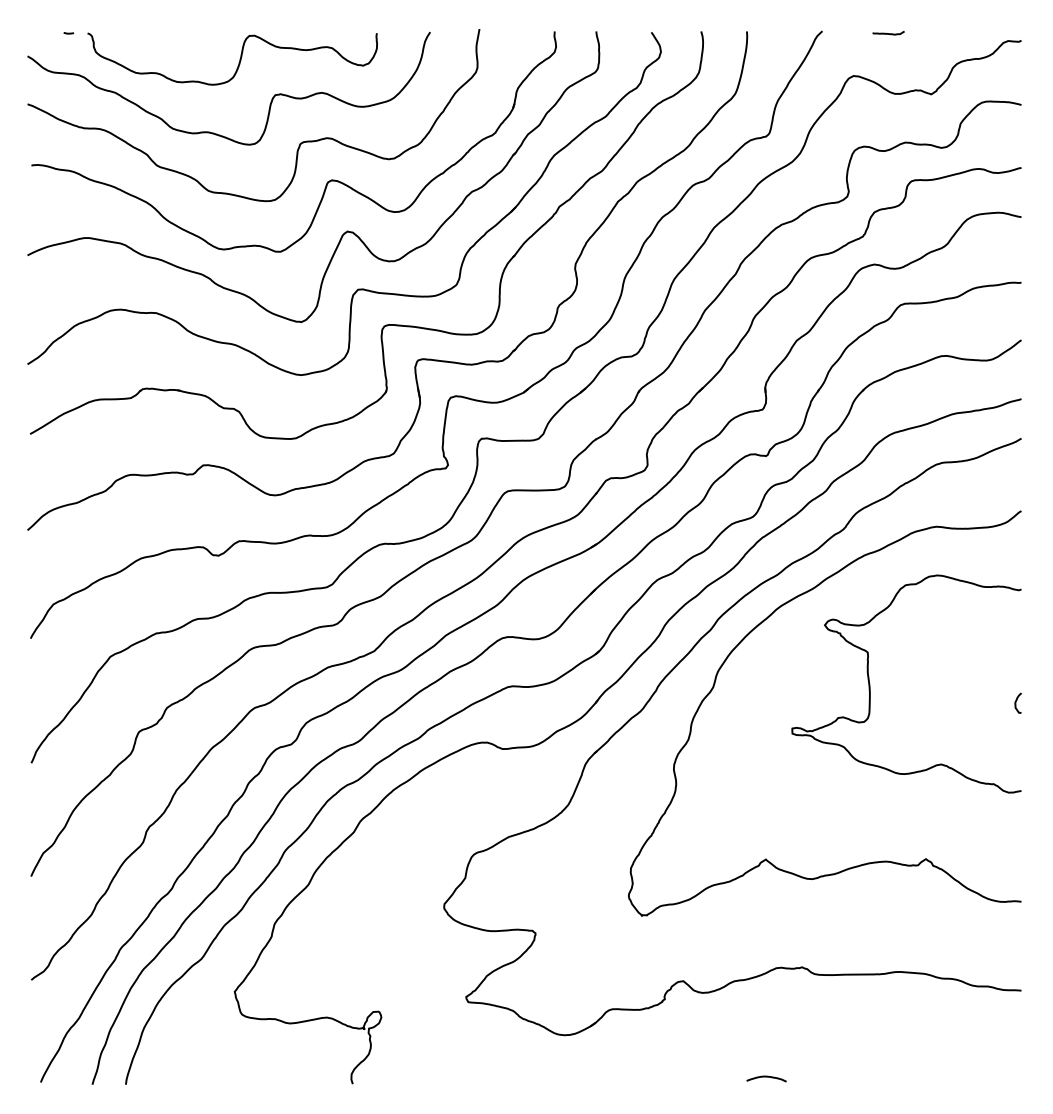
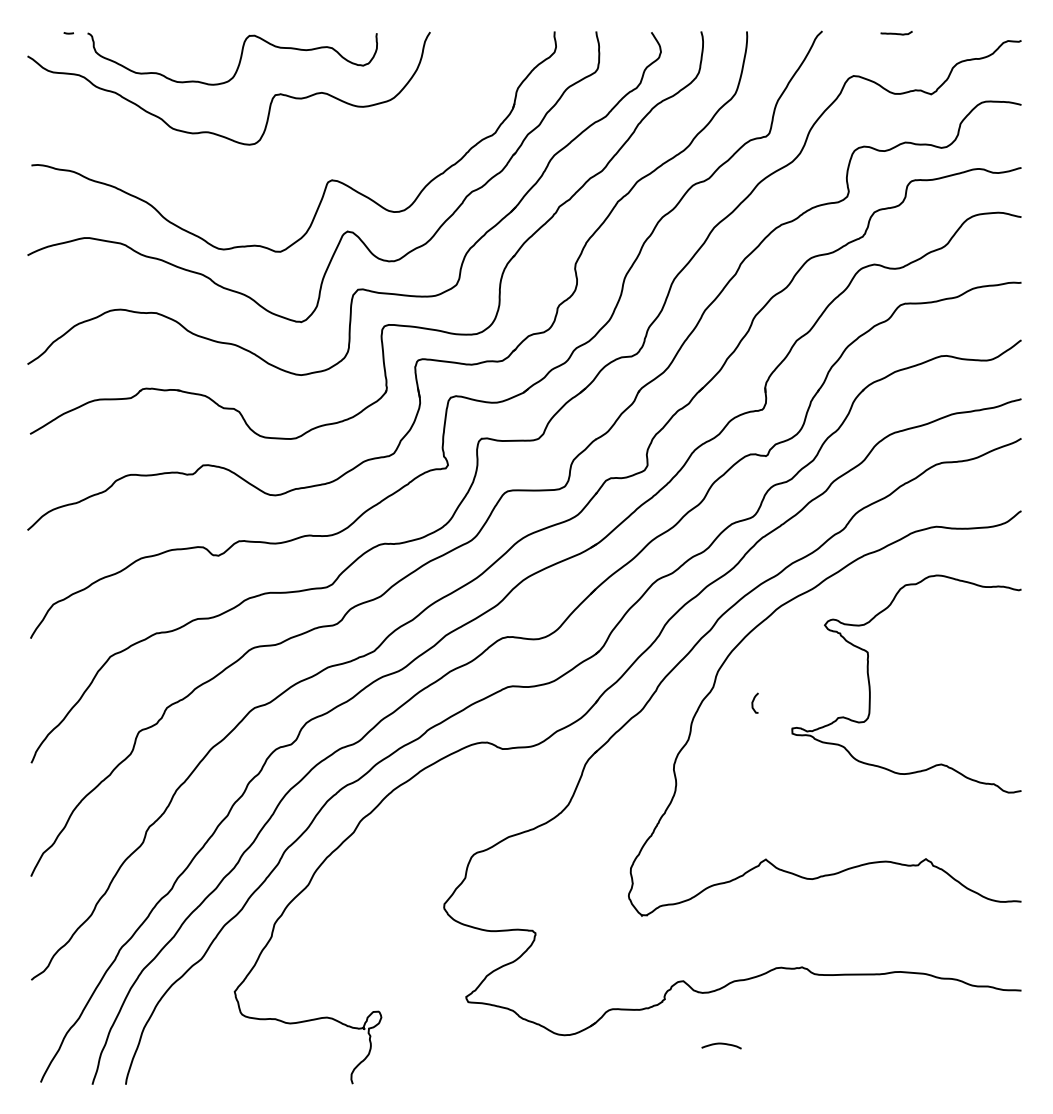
curve at (888, 33) position: (888, 33) -> (896, 33)
curve at (299, 143): present -> none
curve at (1016, 702) position: (1016, 702) -> (753, 702)
curve at (766, 1077) position: (766, 1077) -> (721, 1044)
